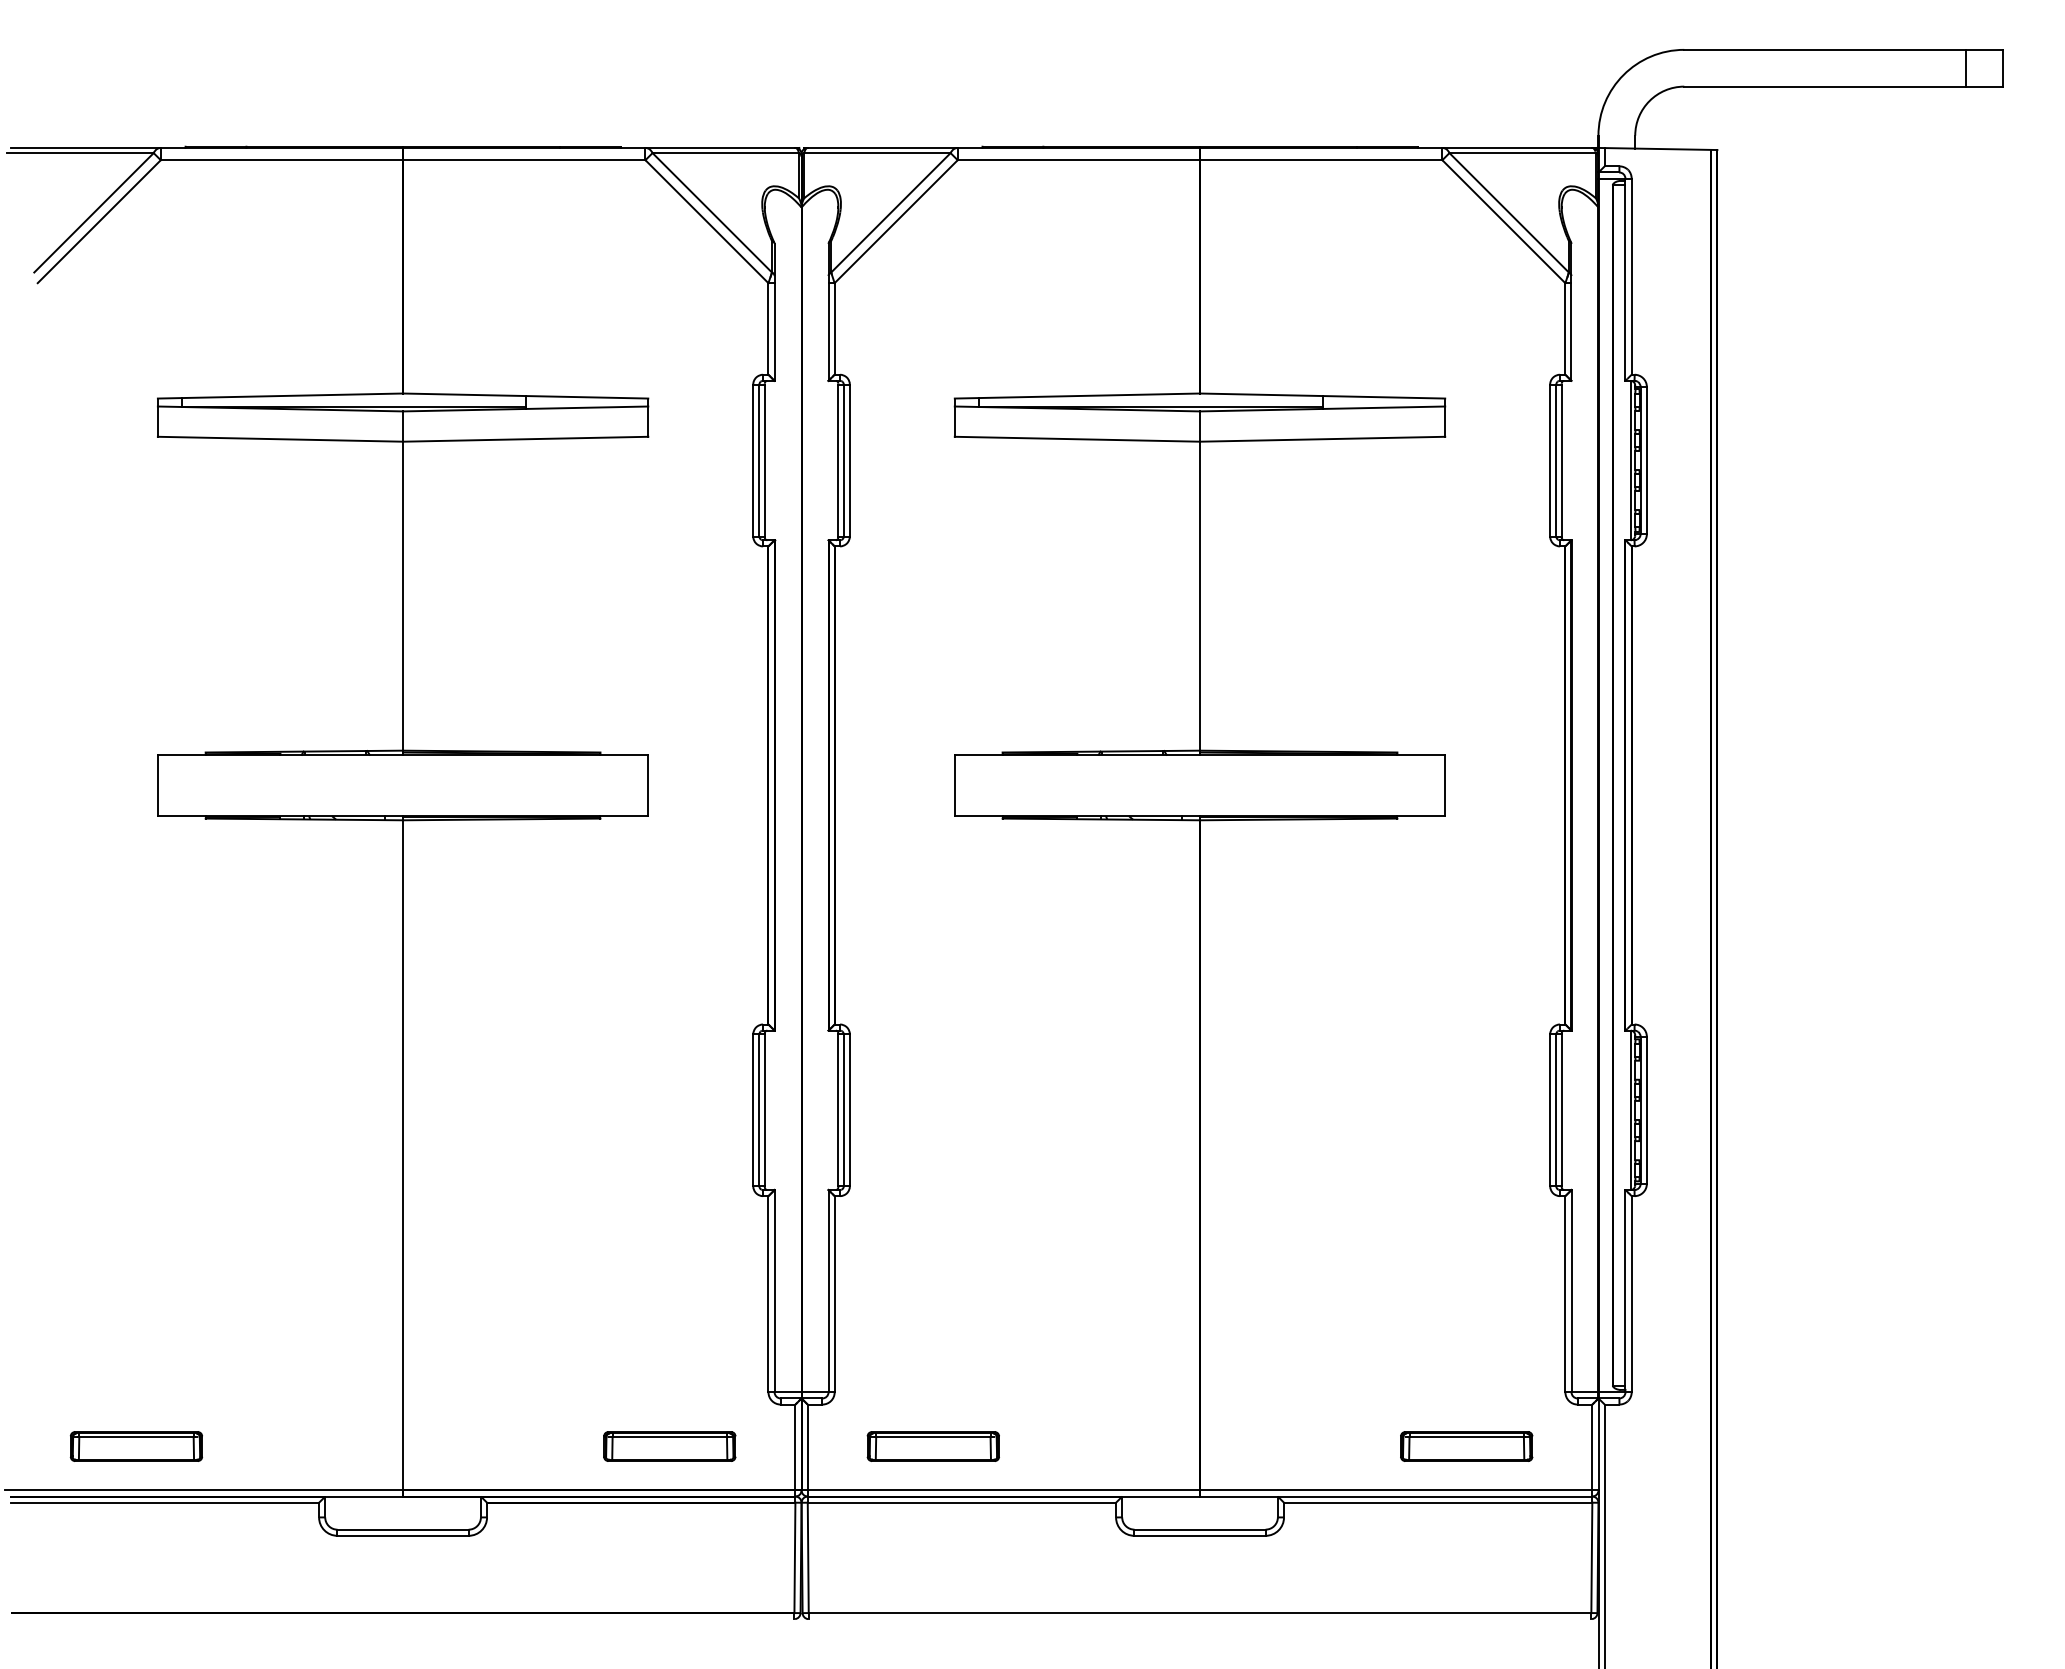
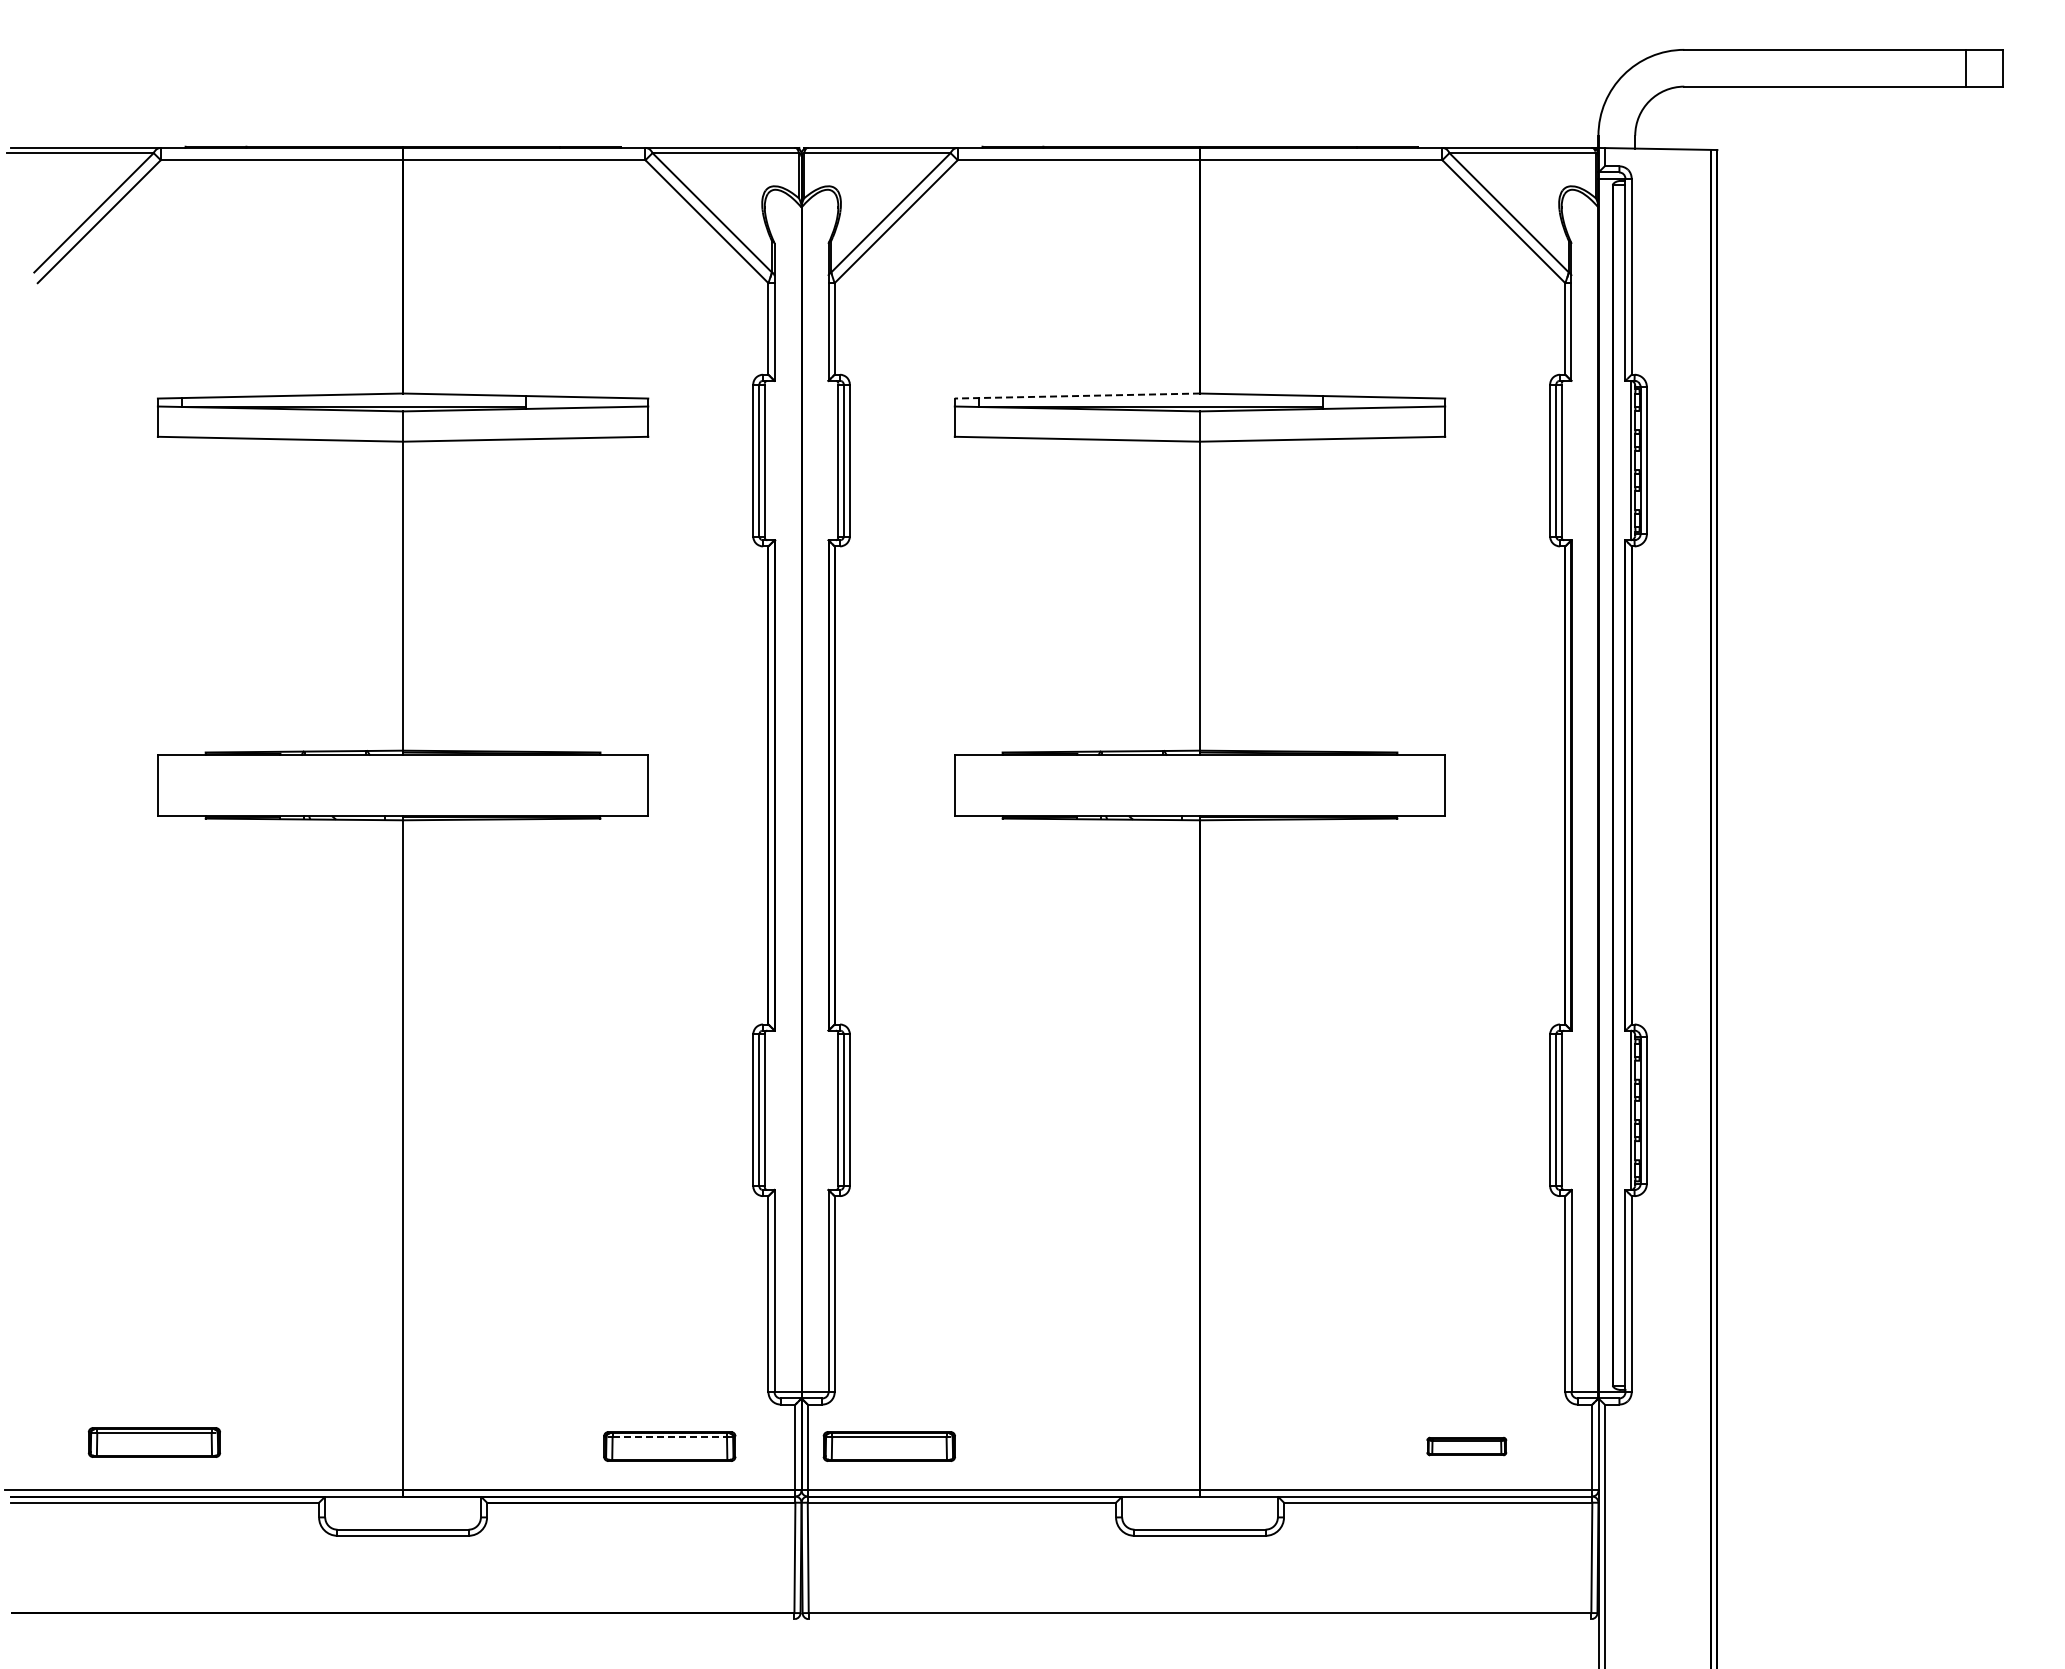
line at (1077, 396): solid -> dashed
line at (670, 1437): solid -> dashed
part at (136, 1446) position: (136, 1446) -> (154, 1442)
part at (932, 1446) position: (932, 1446) -> (888, 1446)
part at (1466, 1446) size: 134x31 px -> 82x21 px
